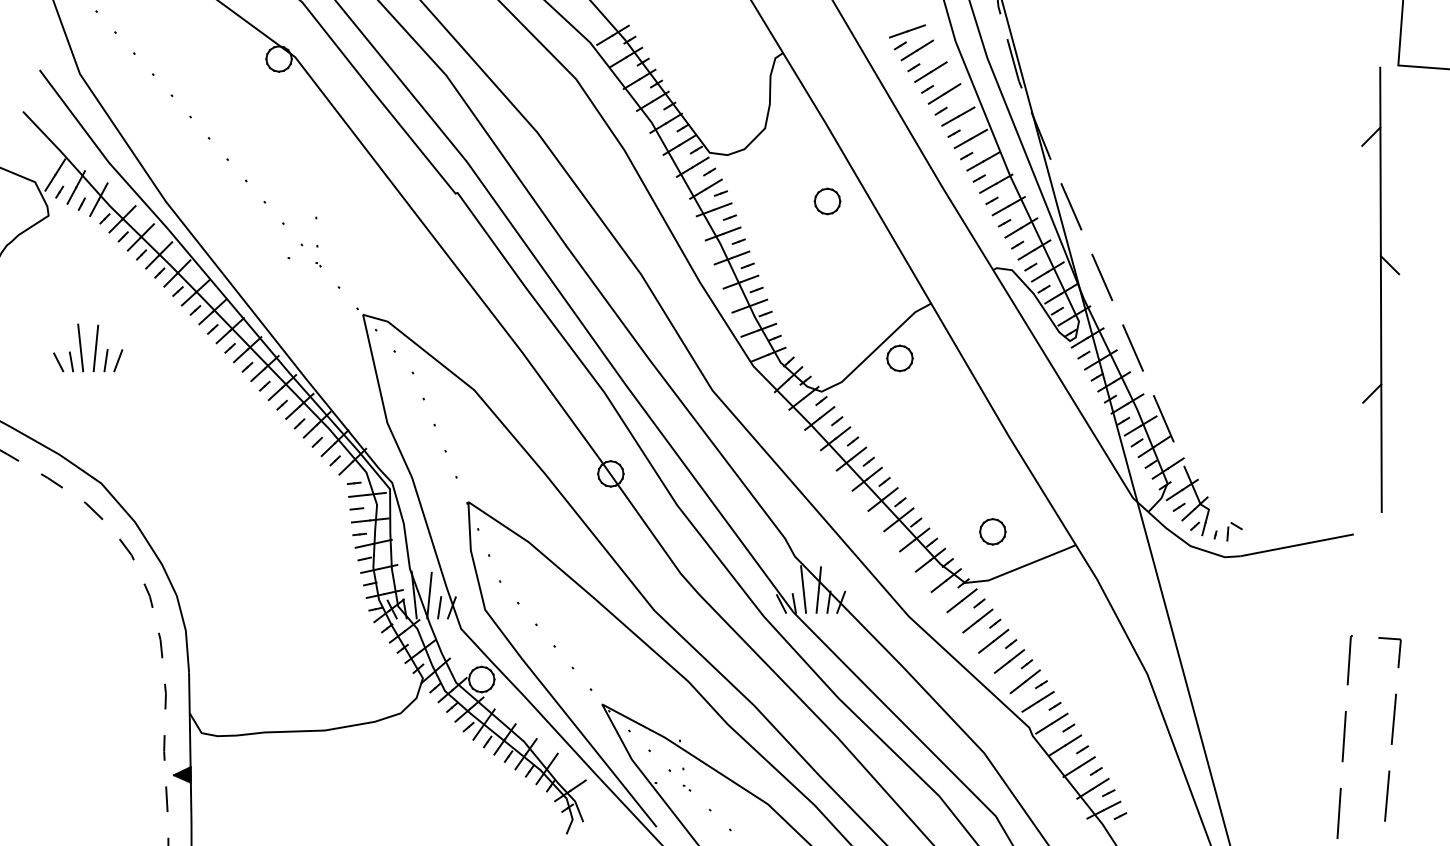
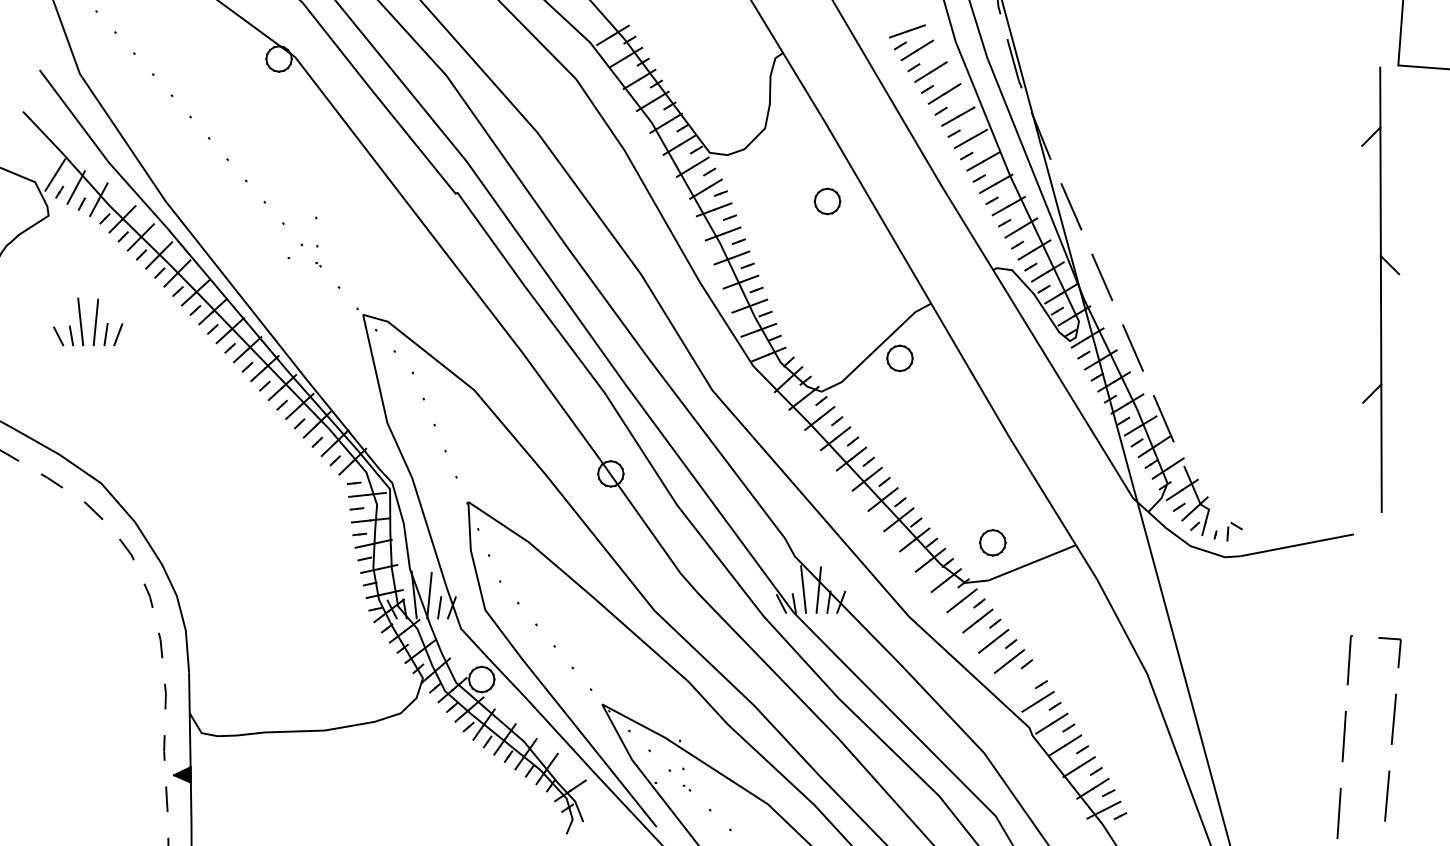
part at (94, 350) position: (94, 350) -> (94, 324)
part at (992, 531) position: (992, 531) -> (992, 542)
line at (1024, 681): present -> none
